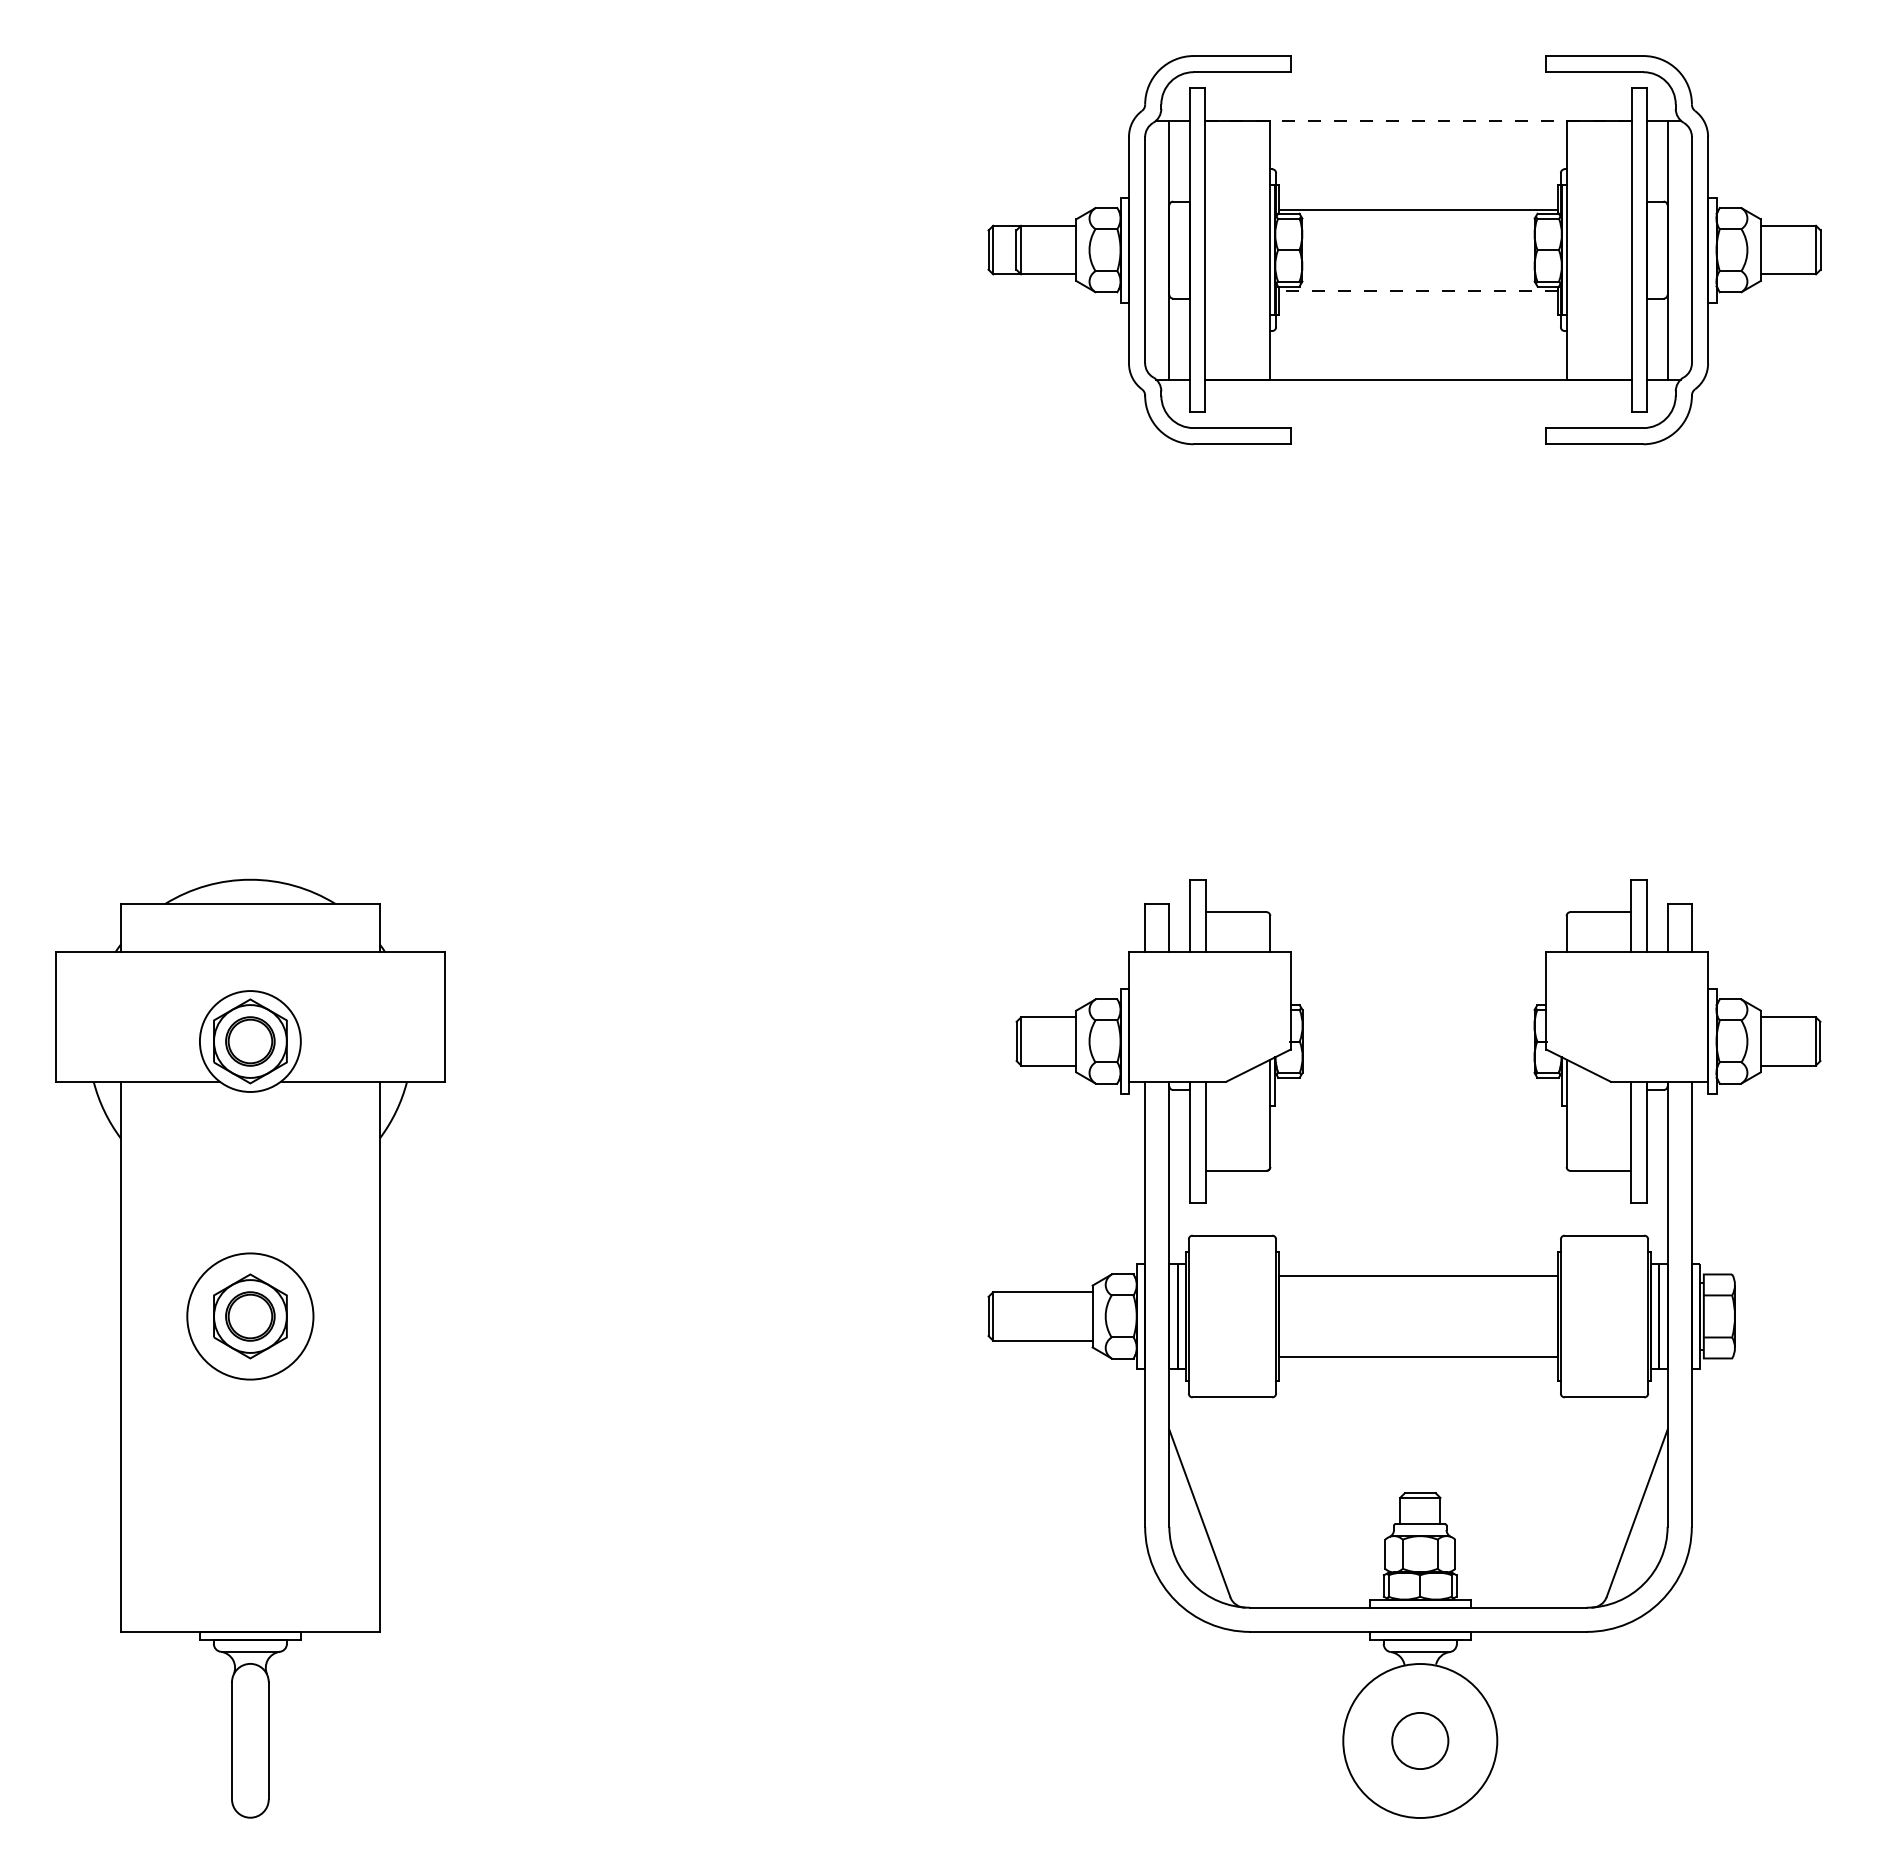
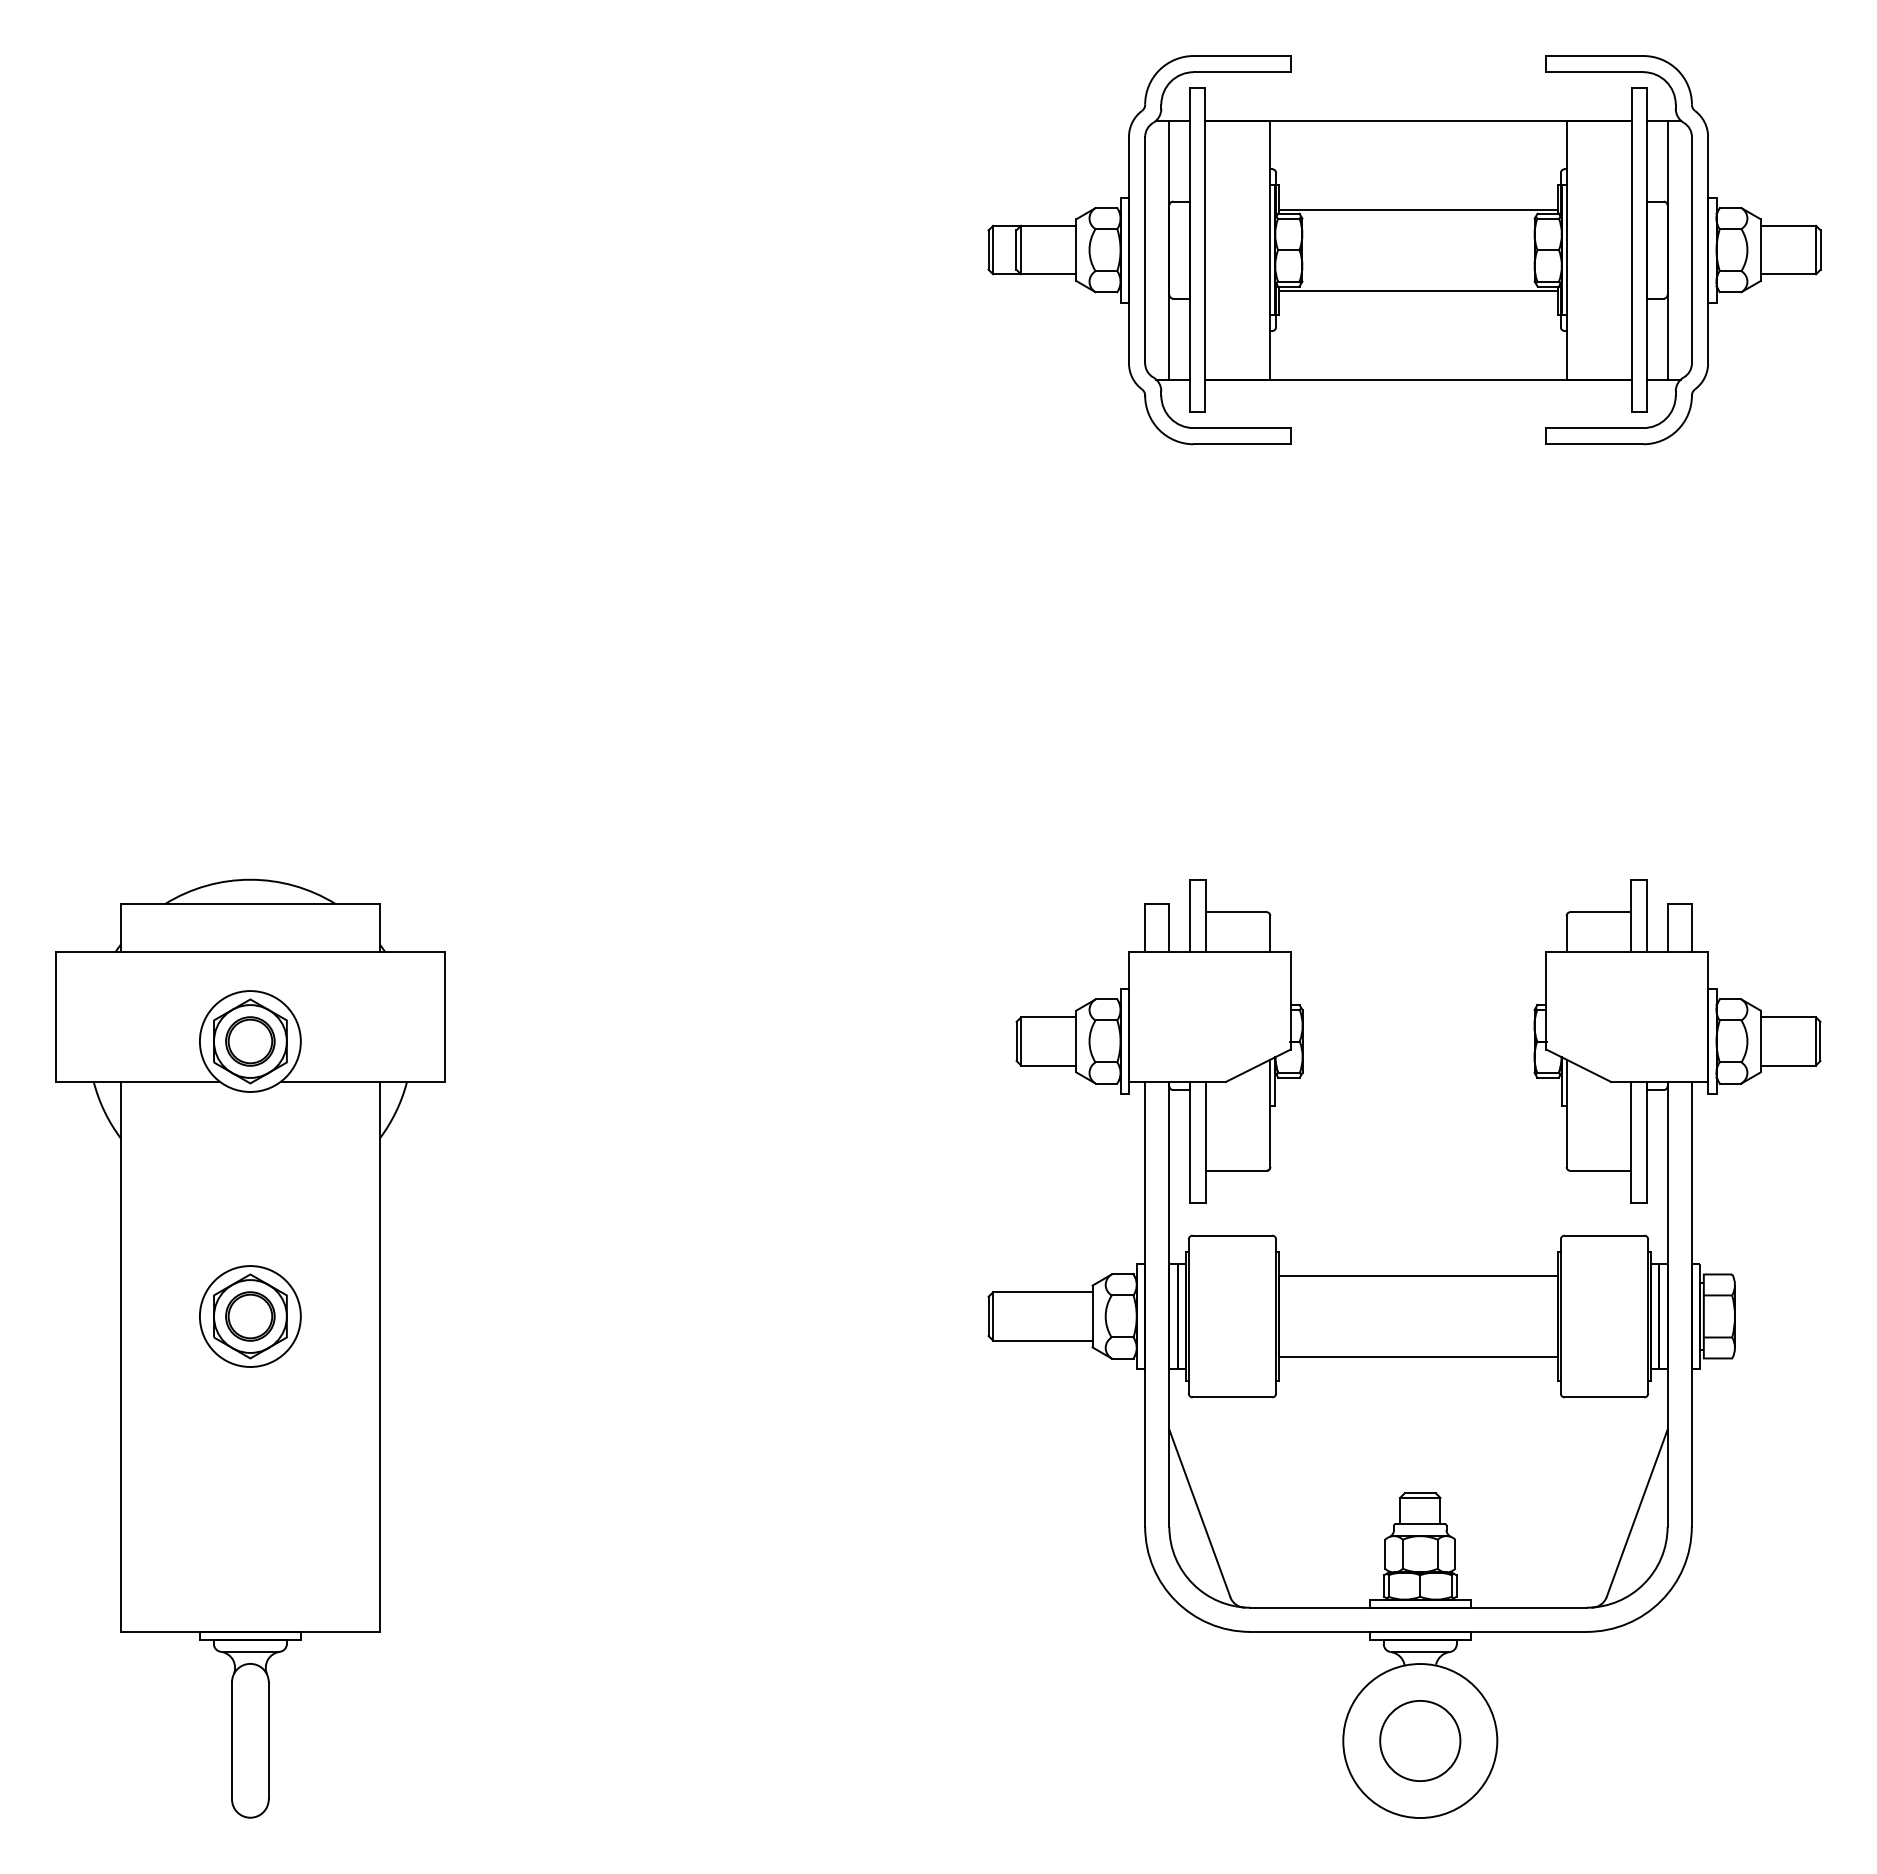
line at (1418, 120): dashed -> solid
line at (1418, 290): dashed -> solid
circle at (250, 1316) diameter: 126 px -> 101 px
circle at (1420, 1740) diameter: 56 px -> 80 px
